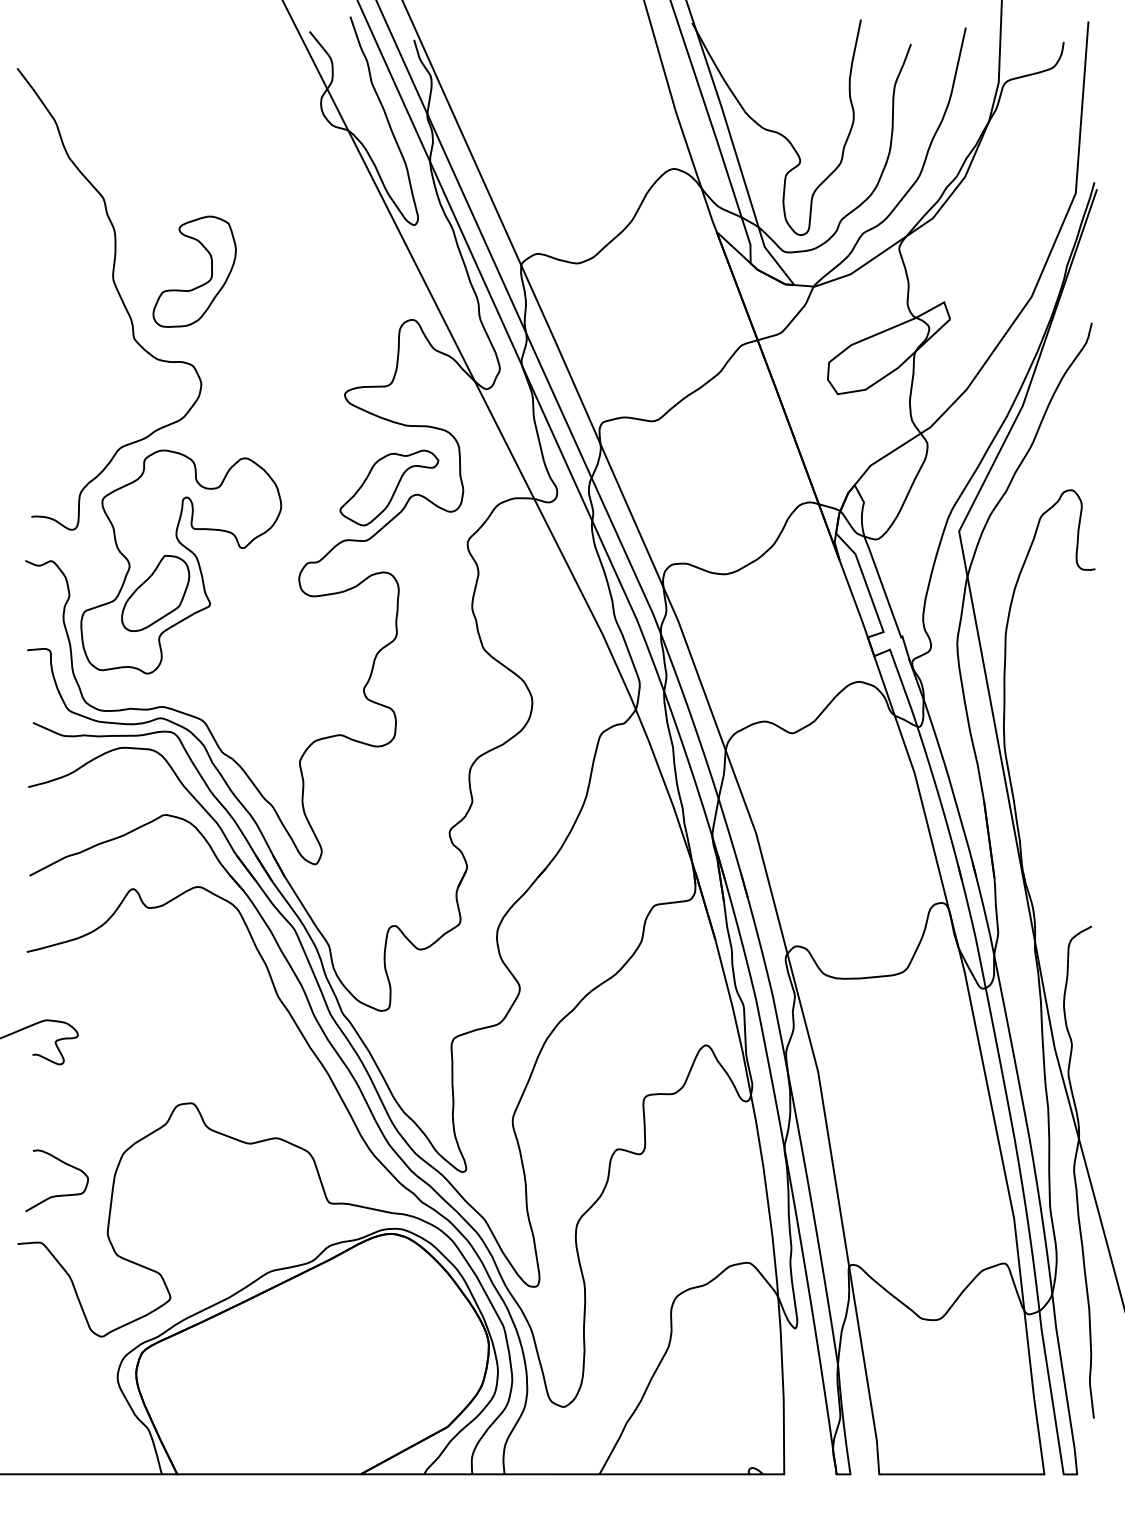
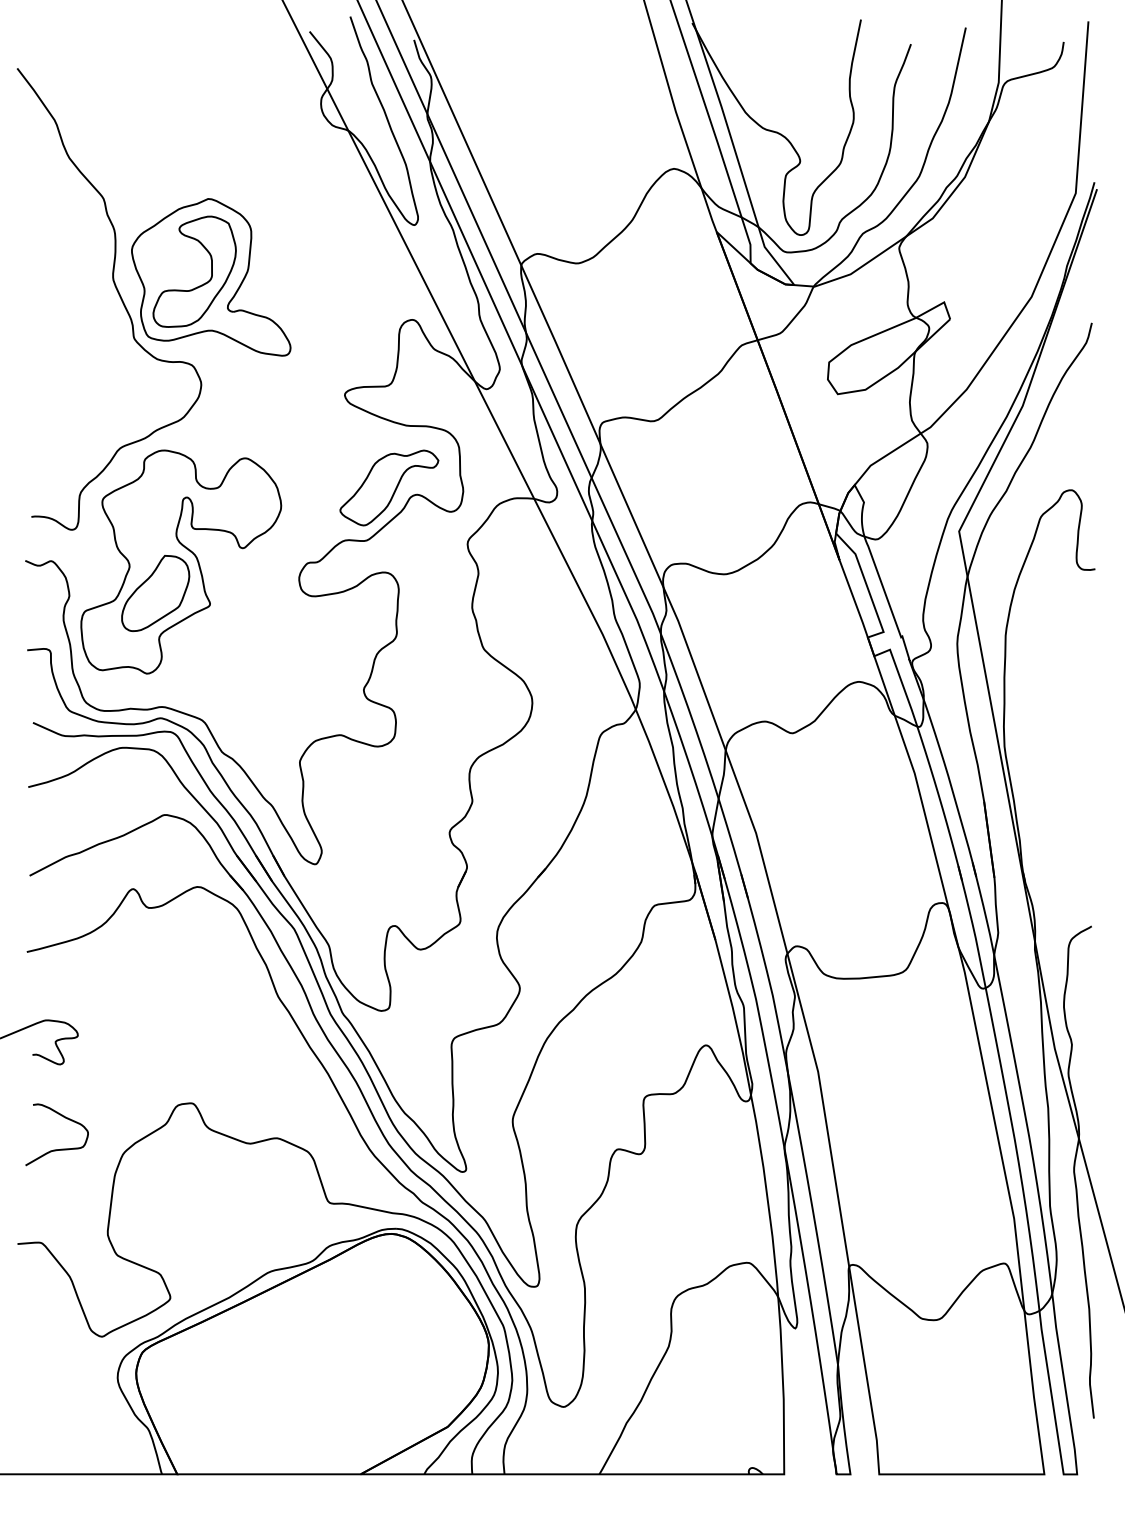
part at (211, 277): none -> present
curve at (61, 1194) position: (61, 1194) -> (61, 1148)
